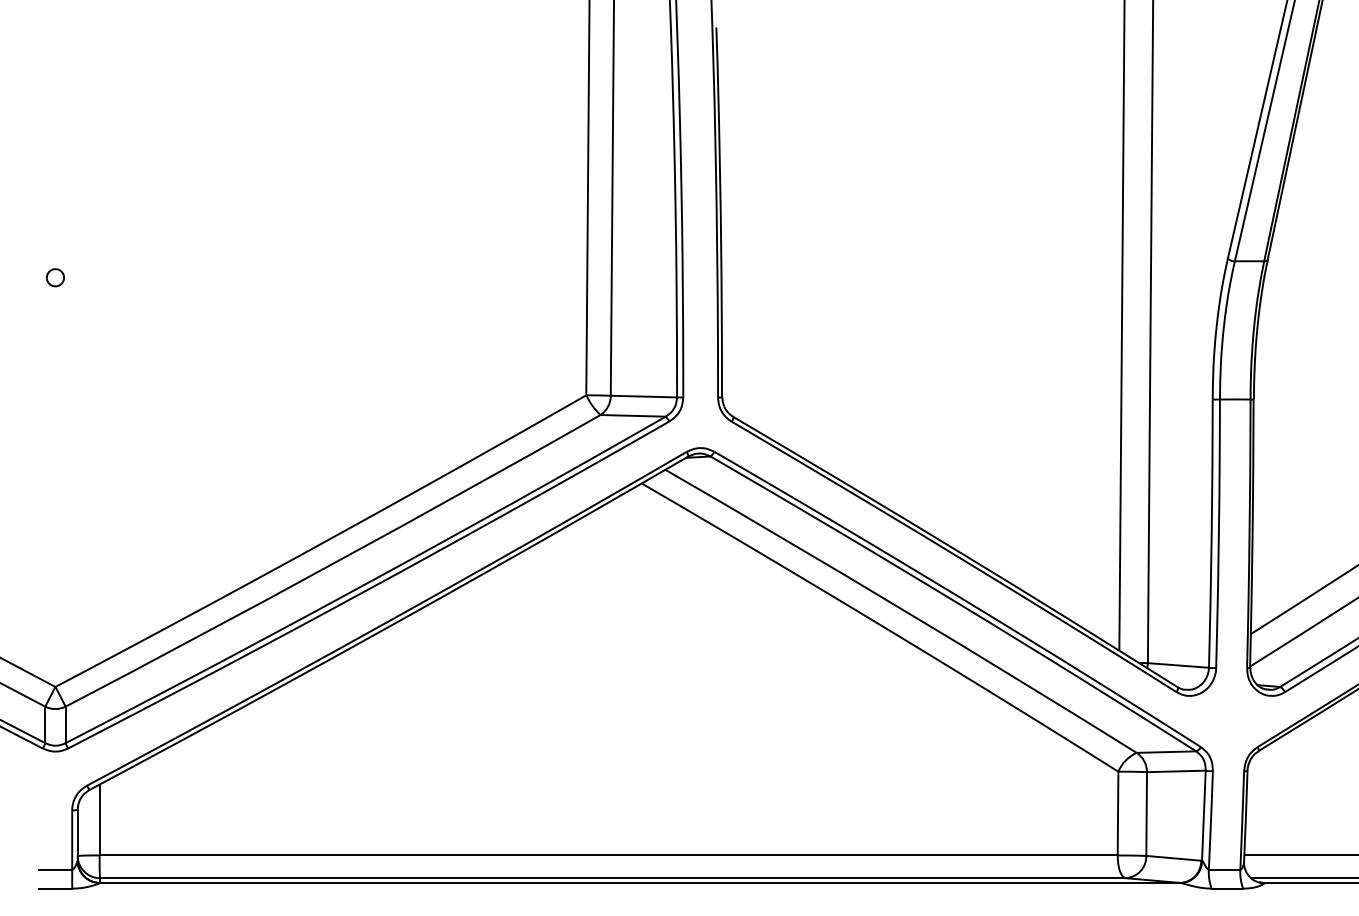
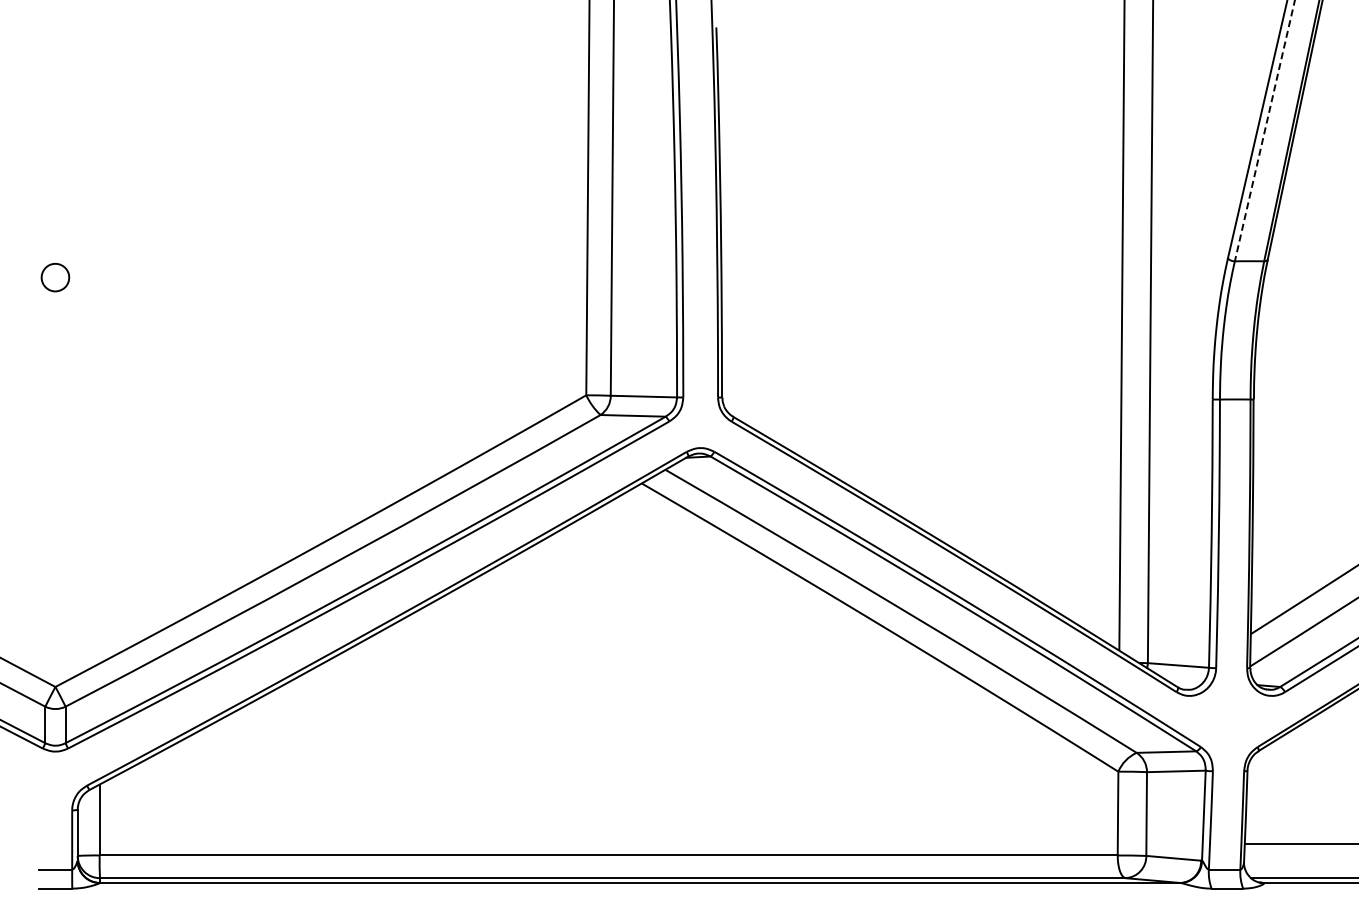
line at (1264, 130): solid -> dashed
part at (55, 277) size: 19x20 px -> 31x30 px
line at (1299, 855) position: (1299, 855) -> (1299, 844)
